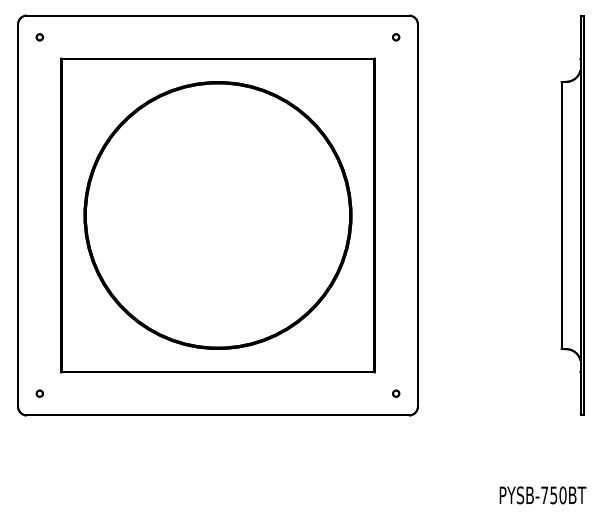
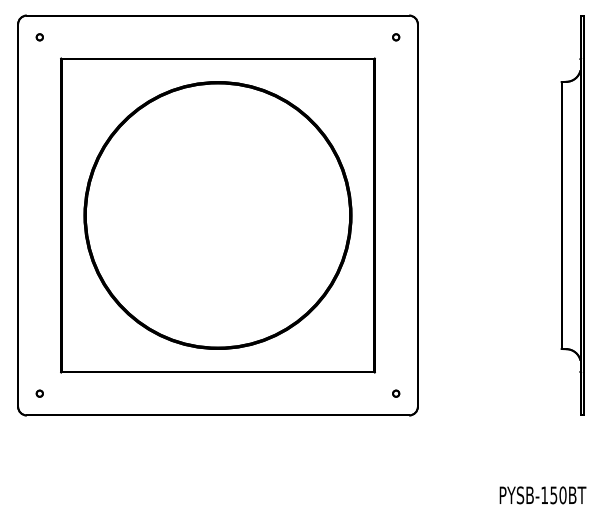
text at (544, 494): PYSB-750BT -> PYSB-150BT
